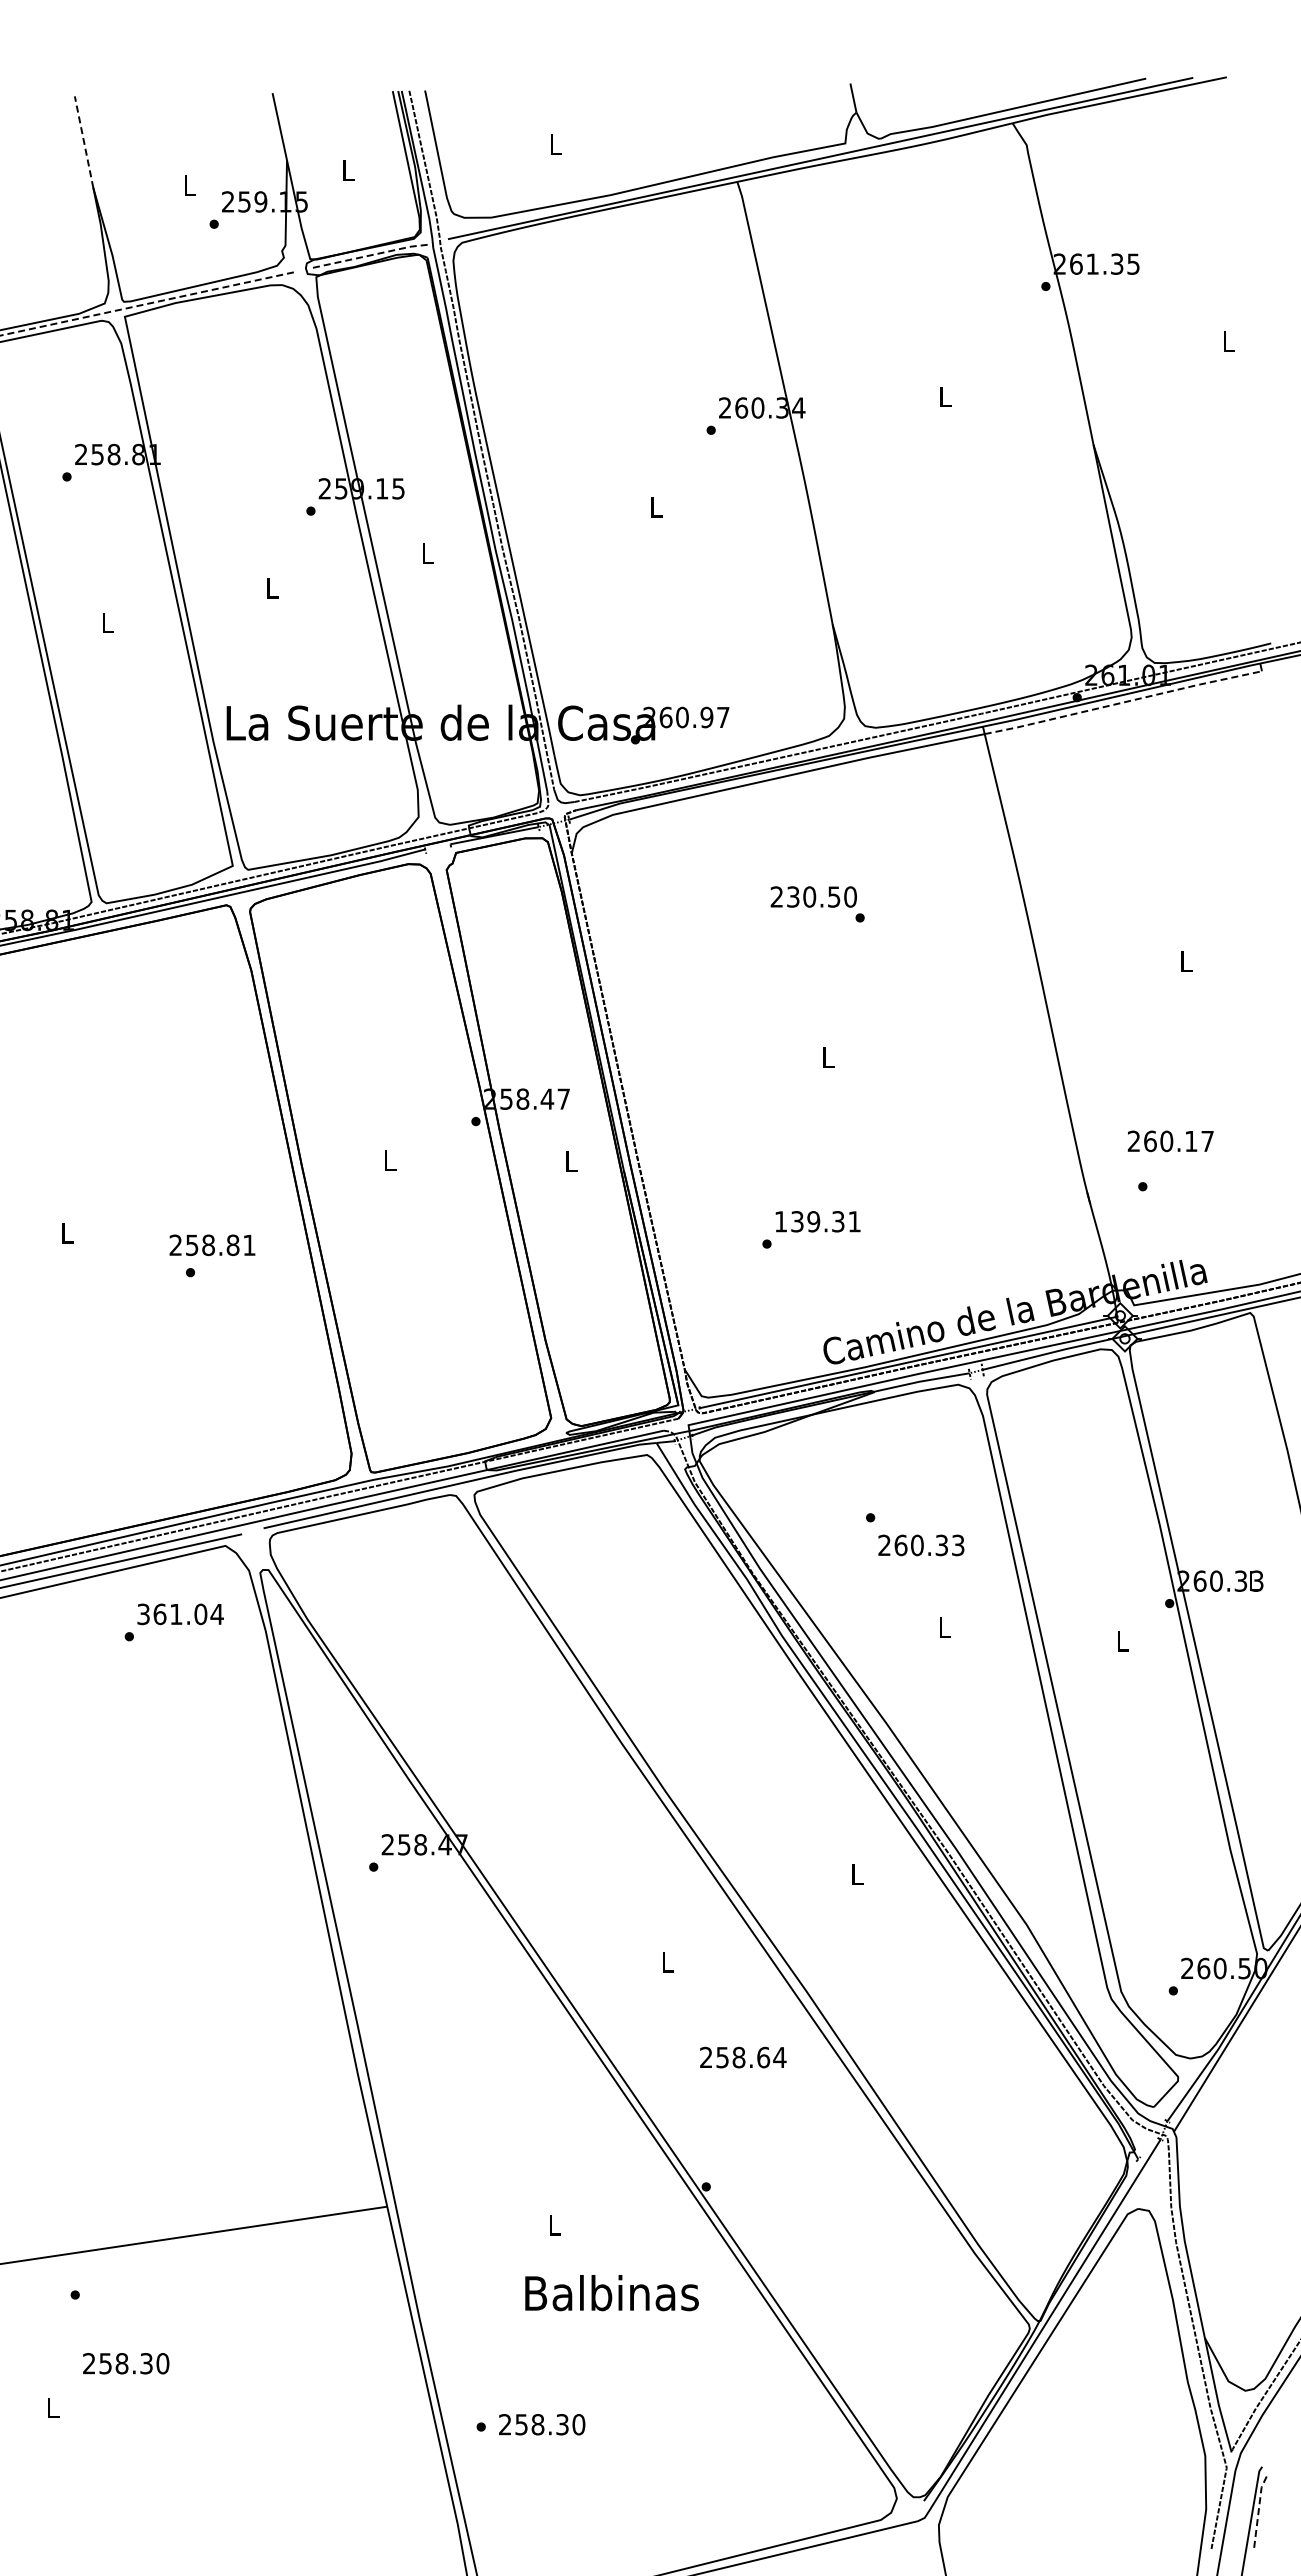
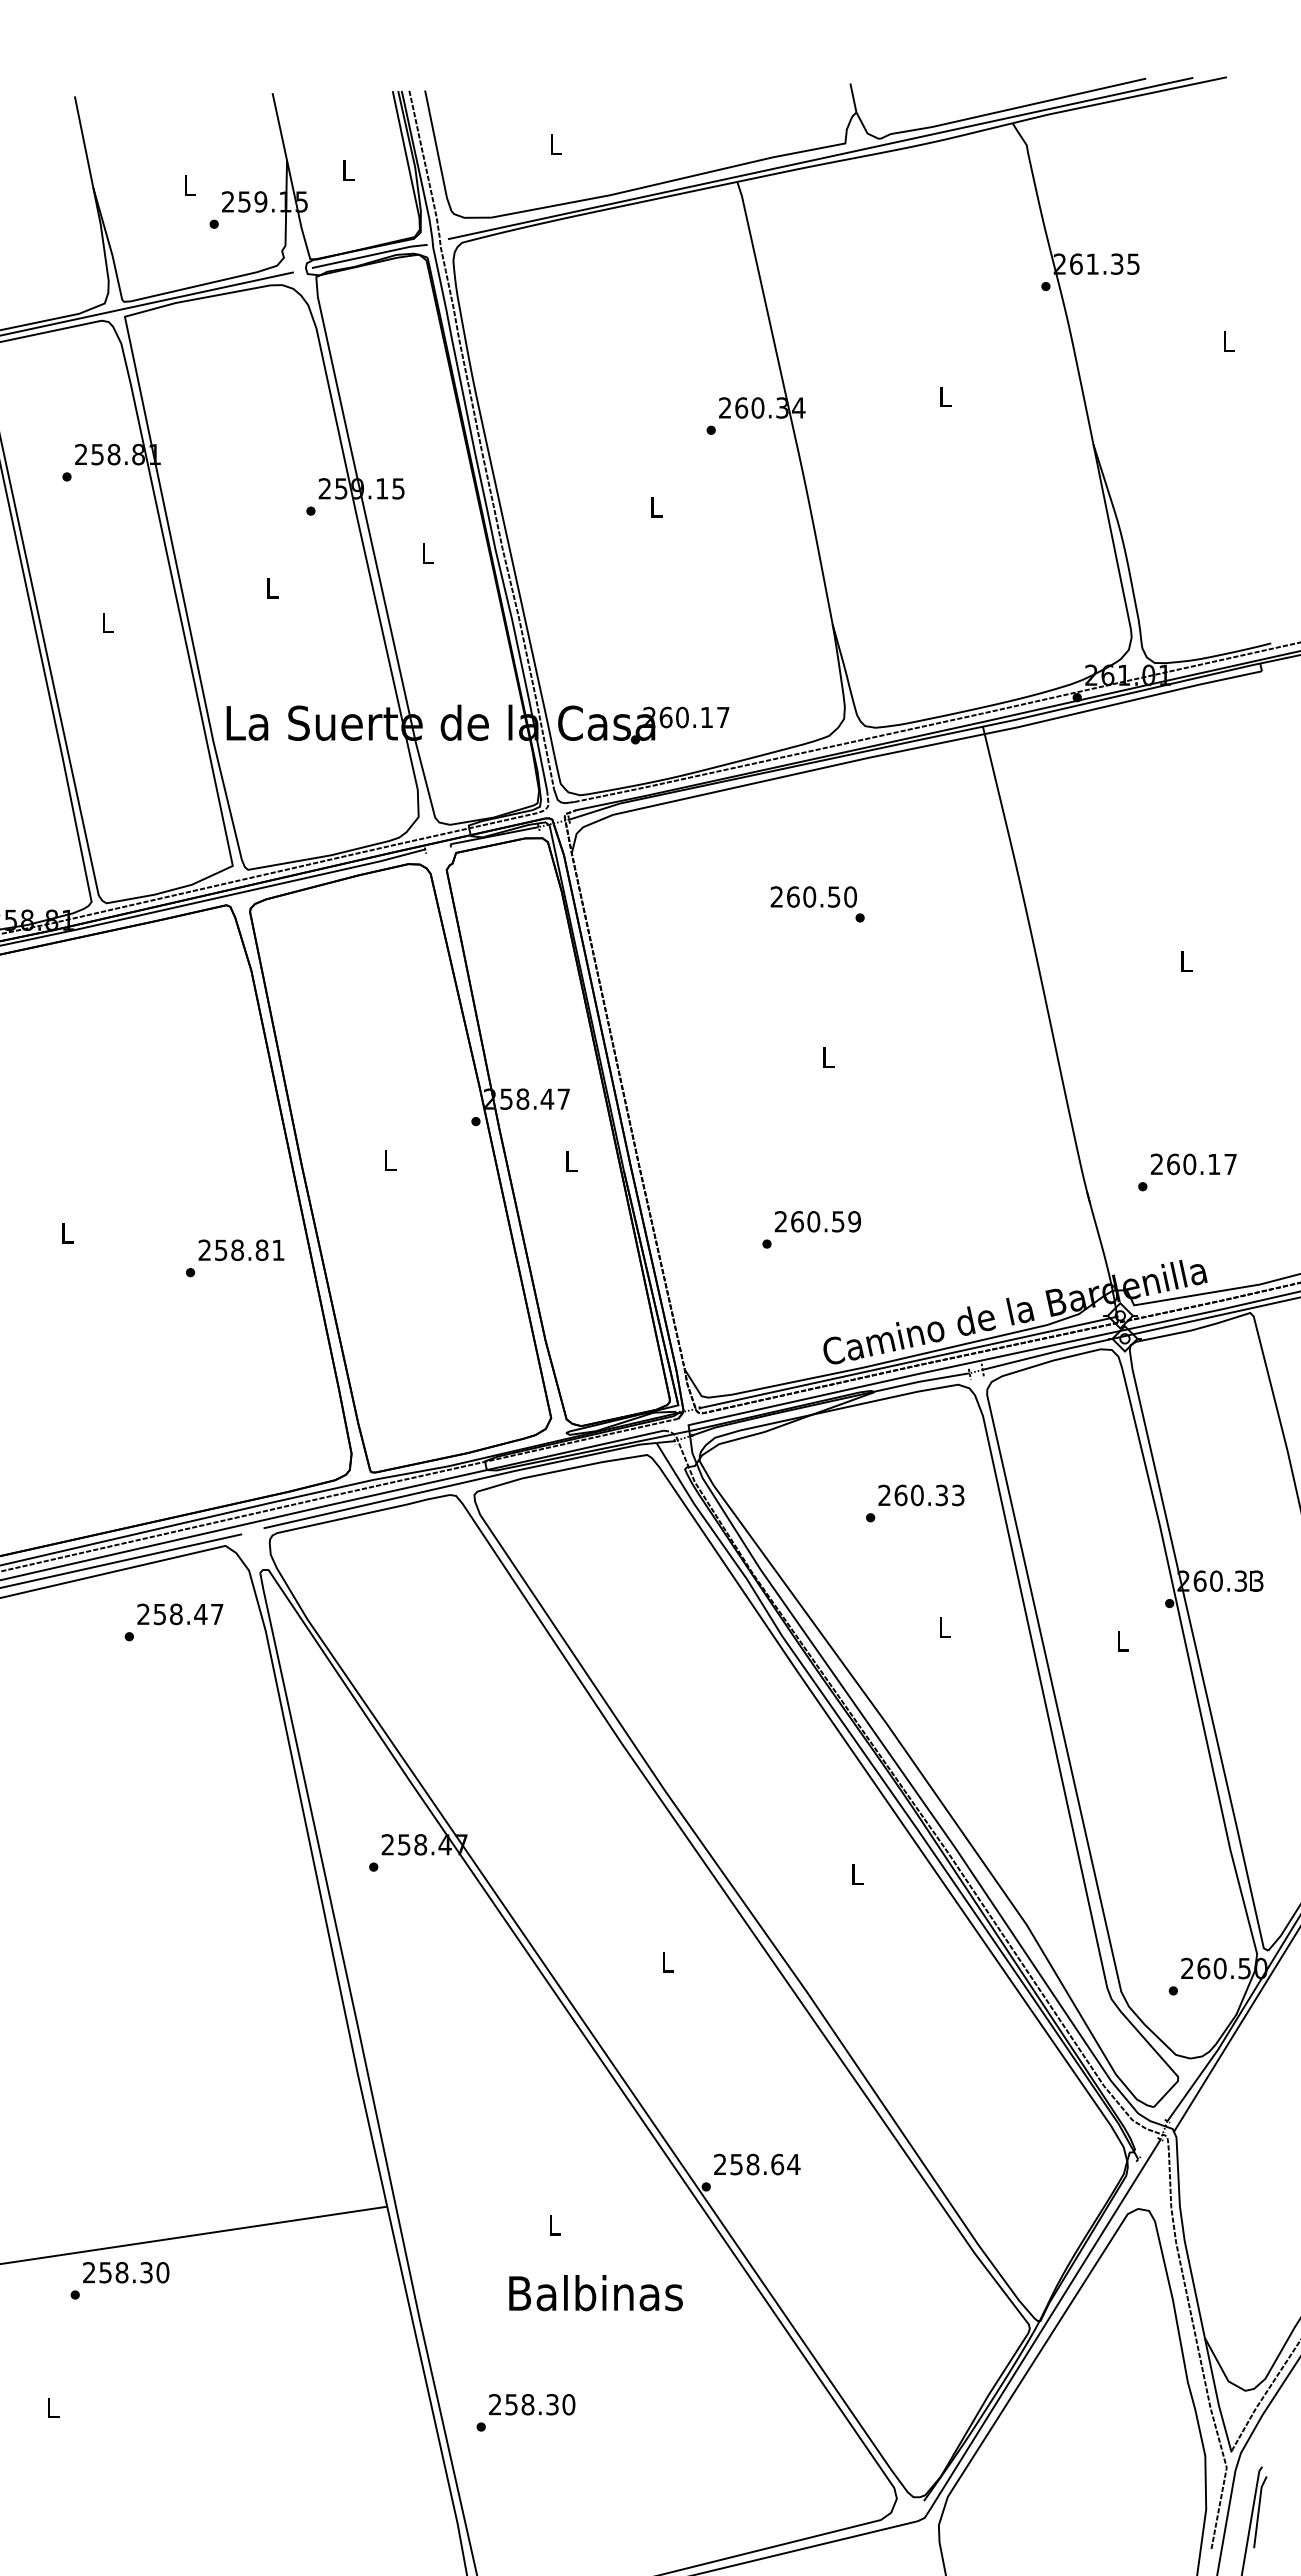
line at (84, 142): dashed -> solid
line at (370, 255): dashed -> solid
line at (147, 303): dashed -> solid
line at (1123, 702): dashed -> solid
text at (706, 717): 260.97 -> 260.17
text at (793, 896): 230.50 -> 260.50
text at (1170, 1141) position: (1170, 1141) -> (1193, 1164)
text at (817, 1221): 139.31 -> 260.59
text at (212, 1244) position: (212, 1244) -> (241, 1249)
text at (921, 1545) position: (921, 1545) -> (921, 1495)
text at (180, 1614): 361.04 -> 258.47
text at (743, 2057) position: (743, 2057) -> (757, 2164)
text at (611, 2293) position: (611, 2293) -> (595, 2293)
text at (126, 2363) position: (126, 2363) -> (126, 2272)
text at (542, 2424) position: (542, 2424) -> (532, 2404)
line at (1258, 2511): dashed -> solid
